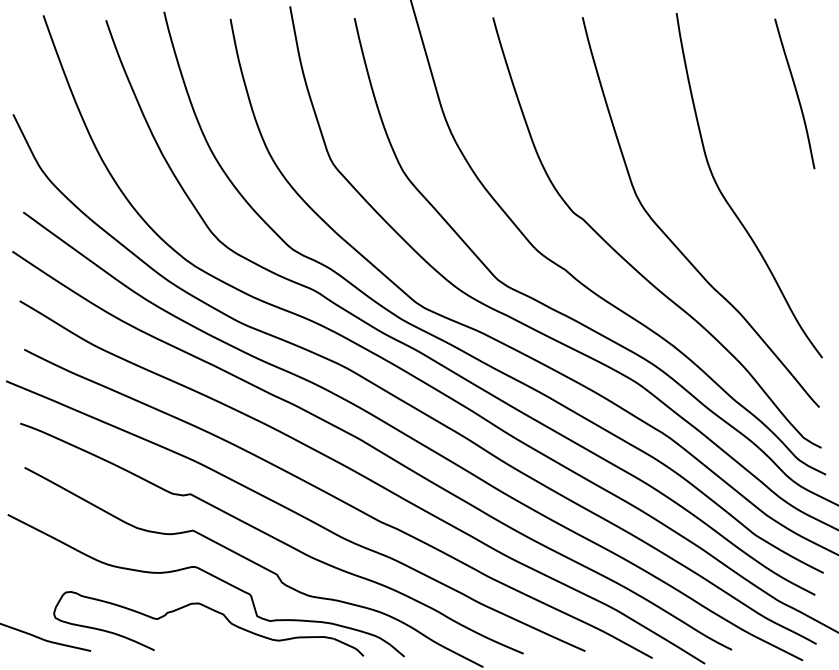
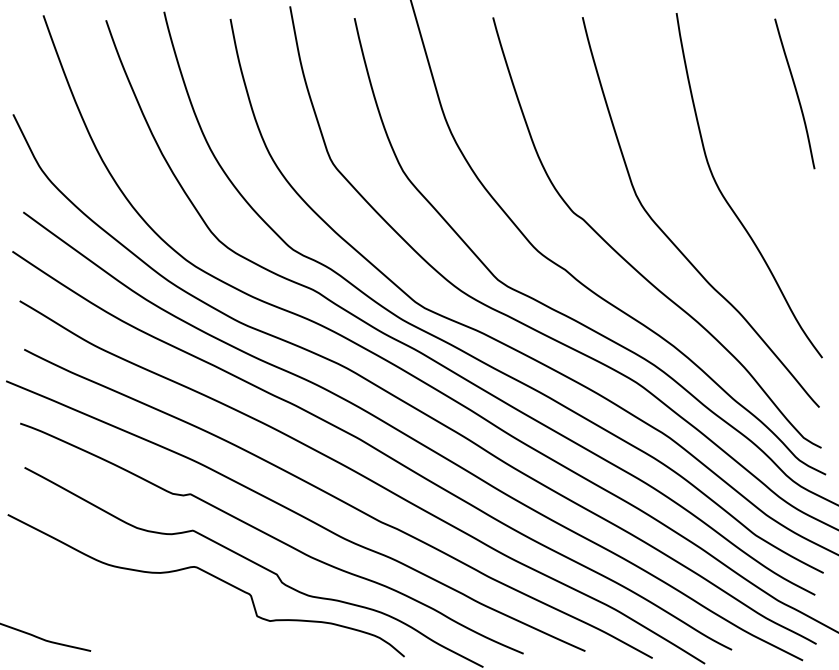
part at (213, 611): present -> none
